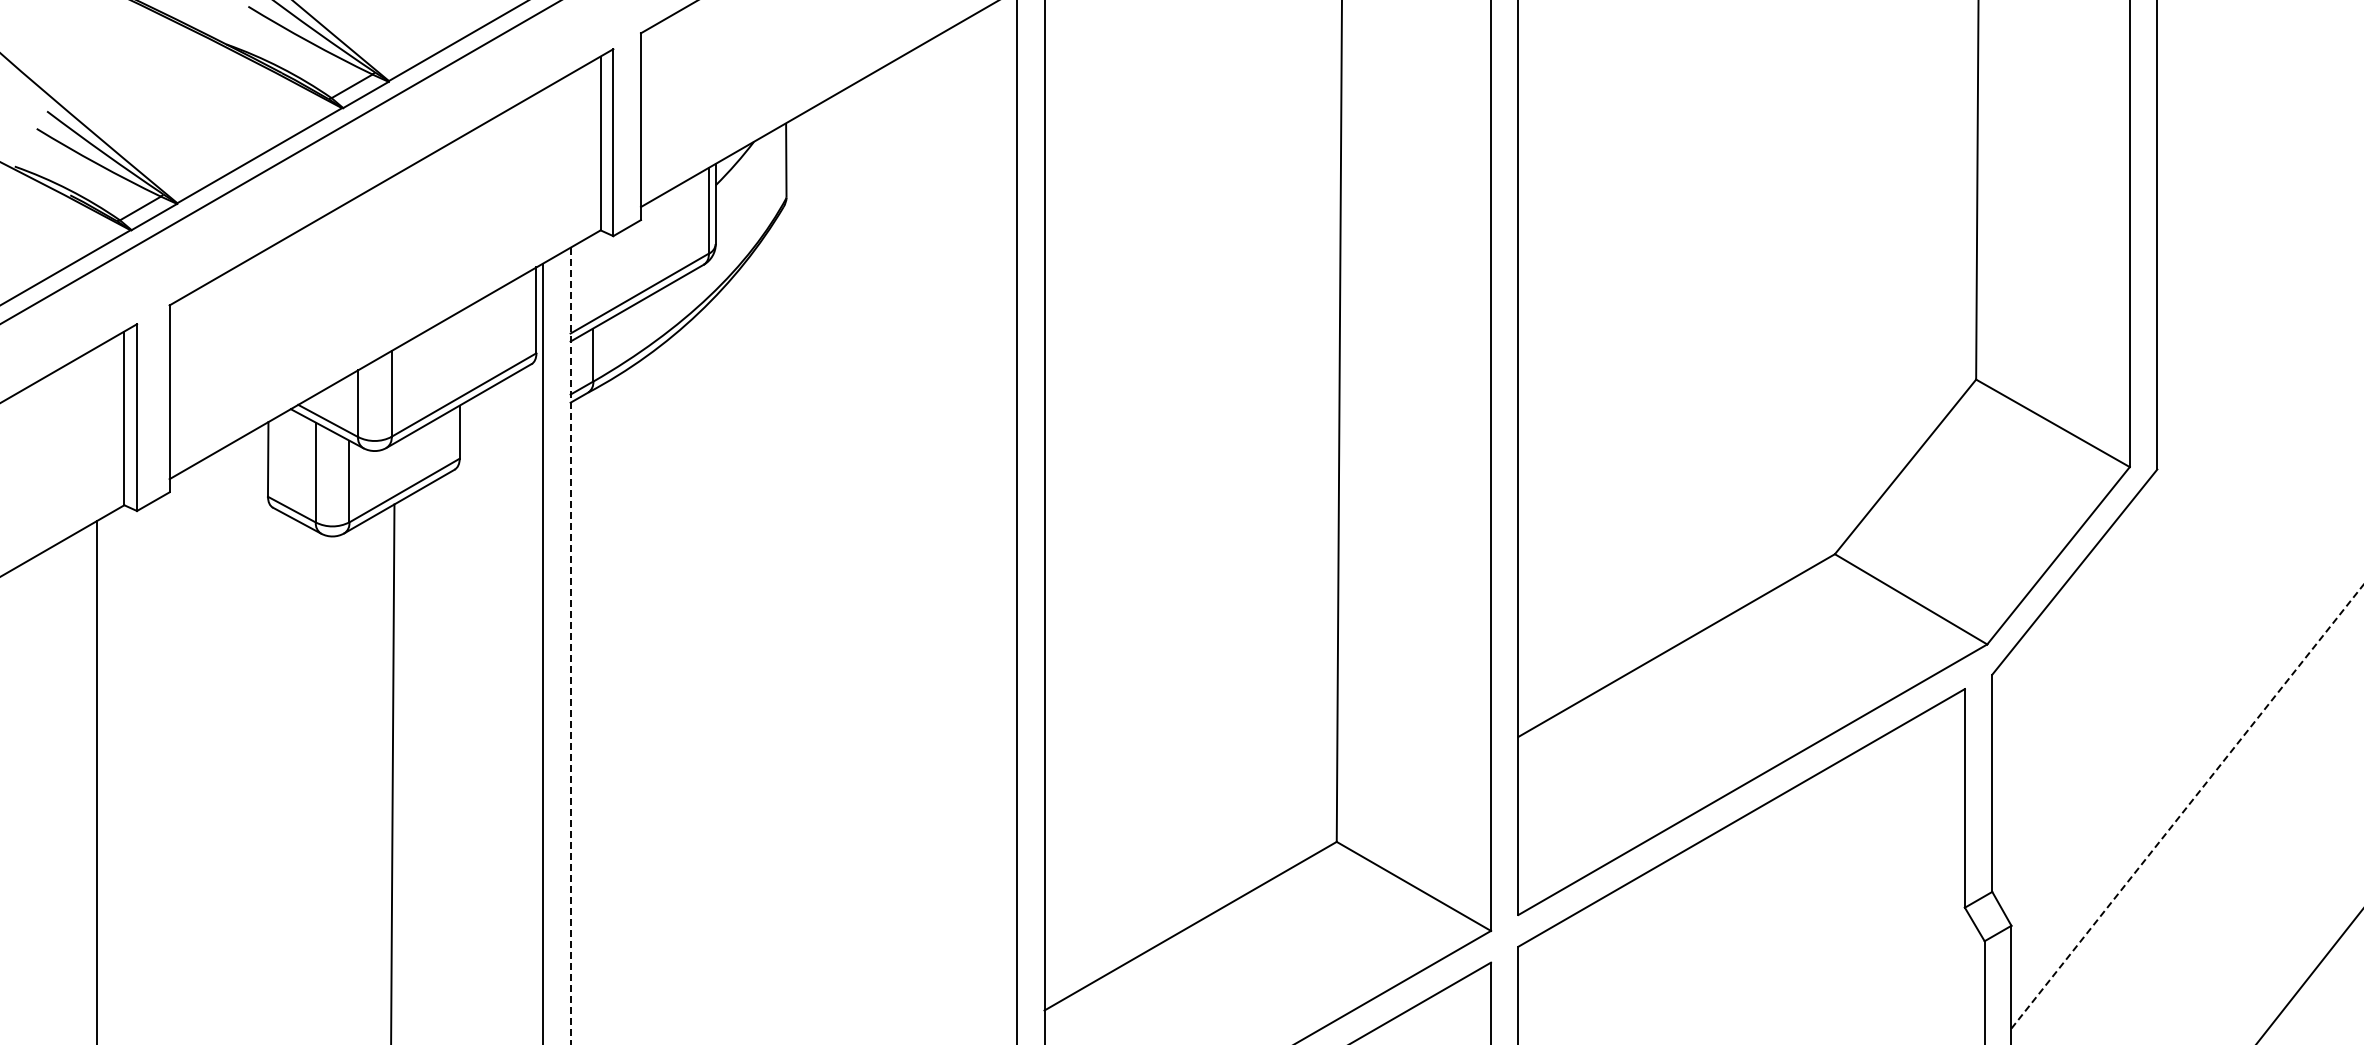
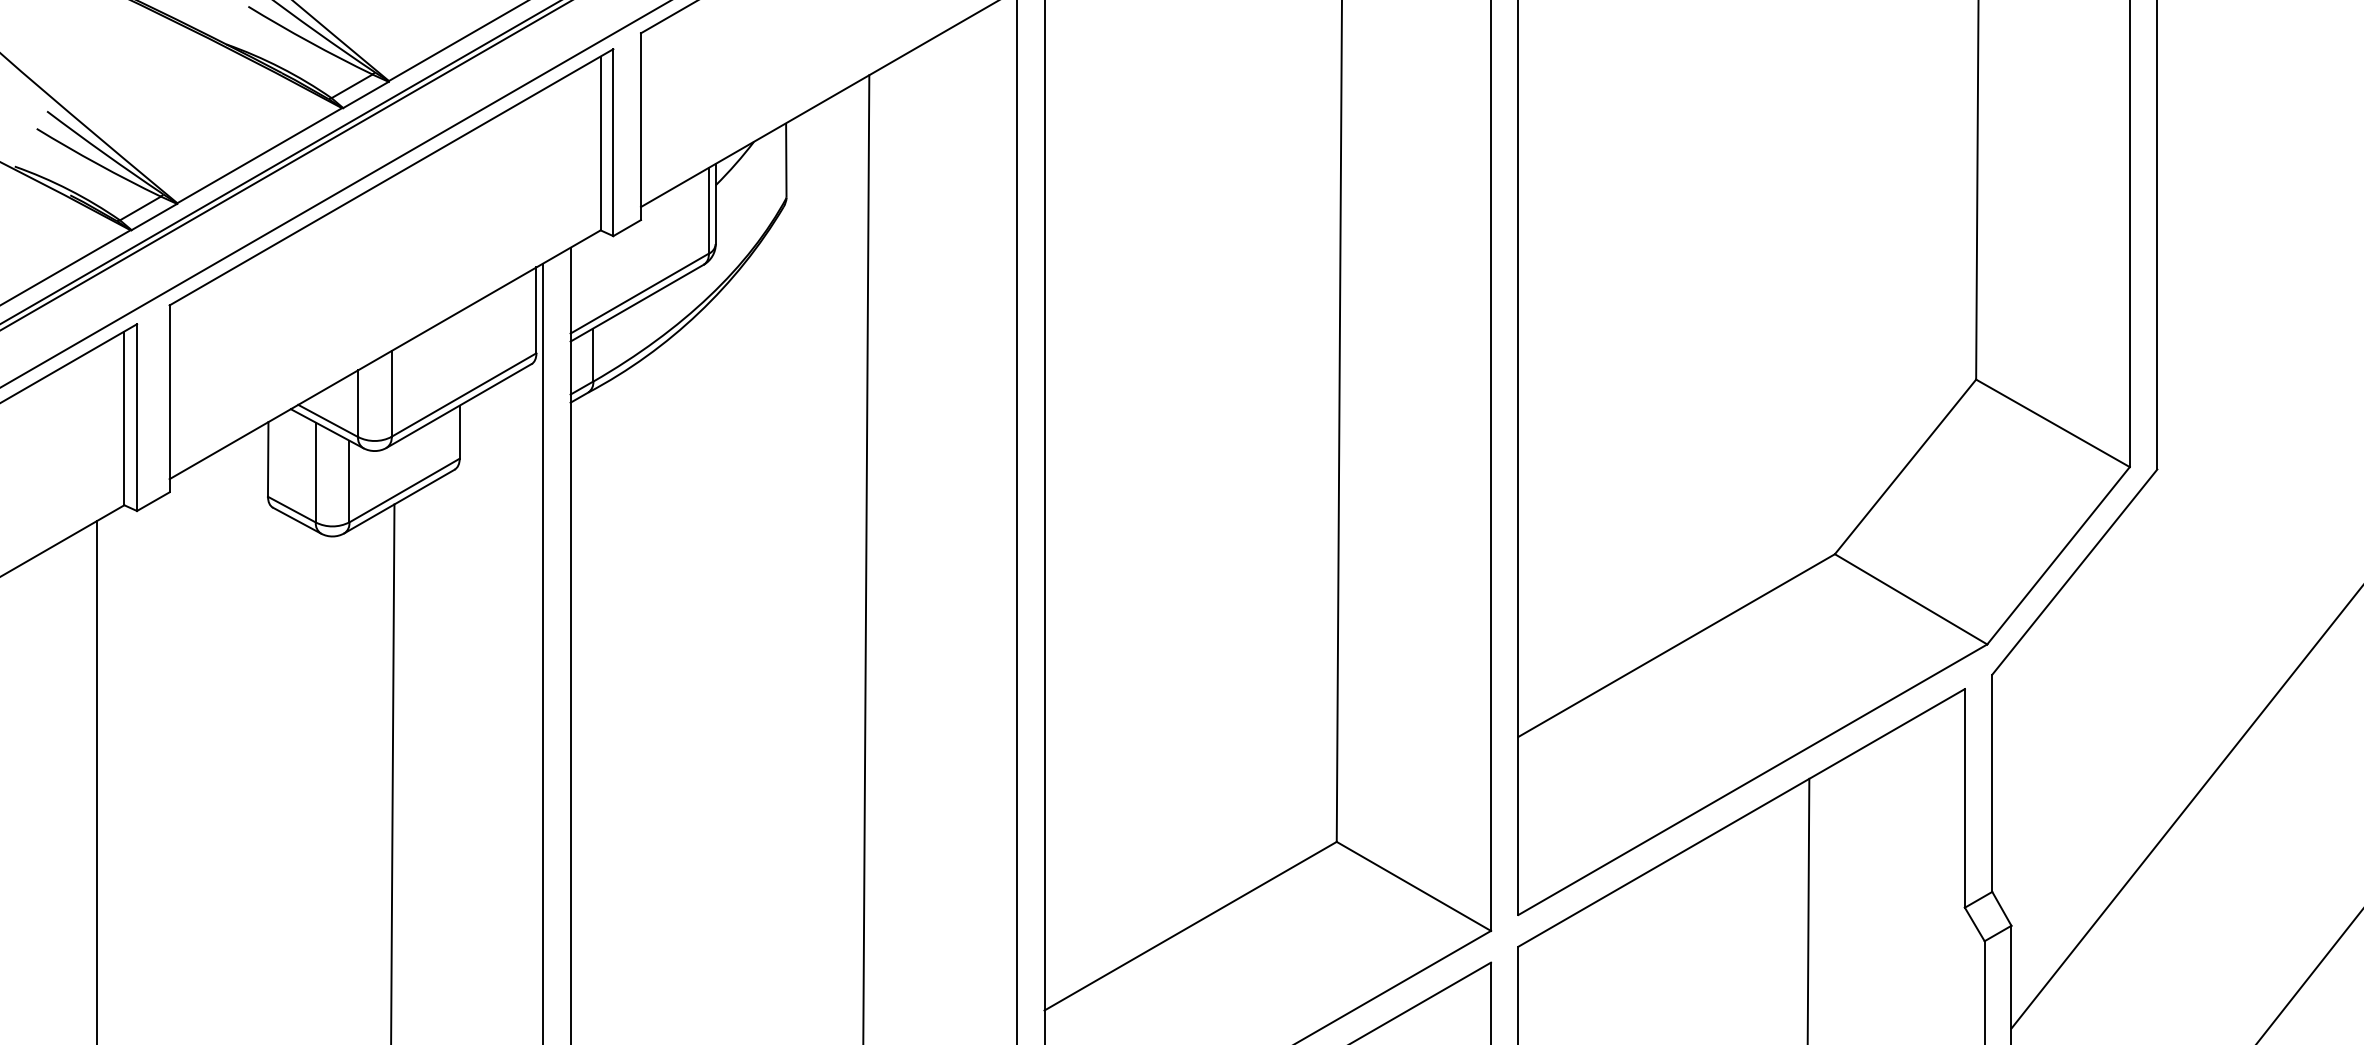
line at (285, 165): none -> present
line at (335, 194): none -> present
line at (866, 558): none -> present
line at (570, 646): dashed -> solid
line at (2187, 806): dashed -> solid
line at (1808, 909): none -> present
